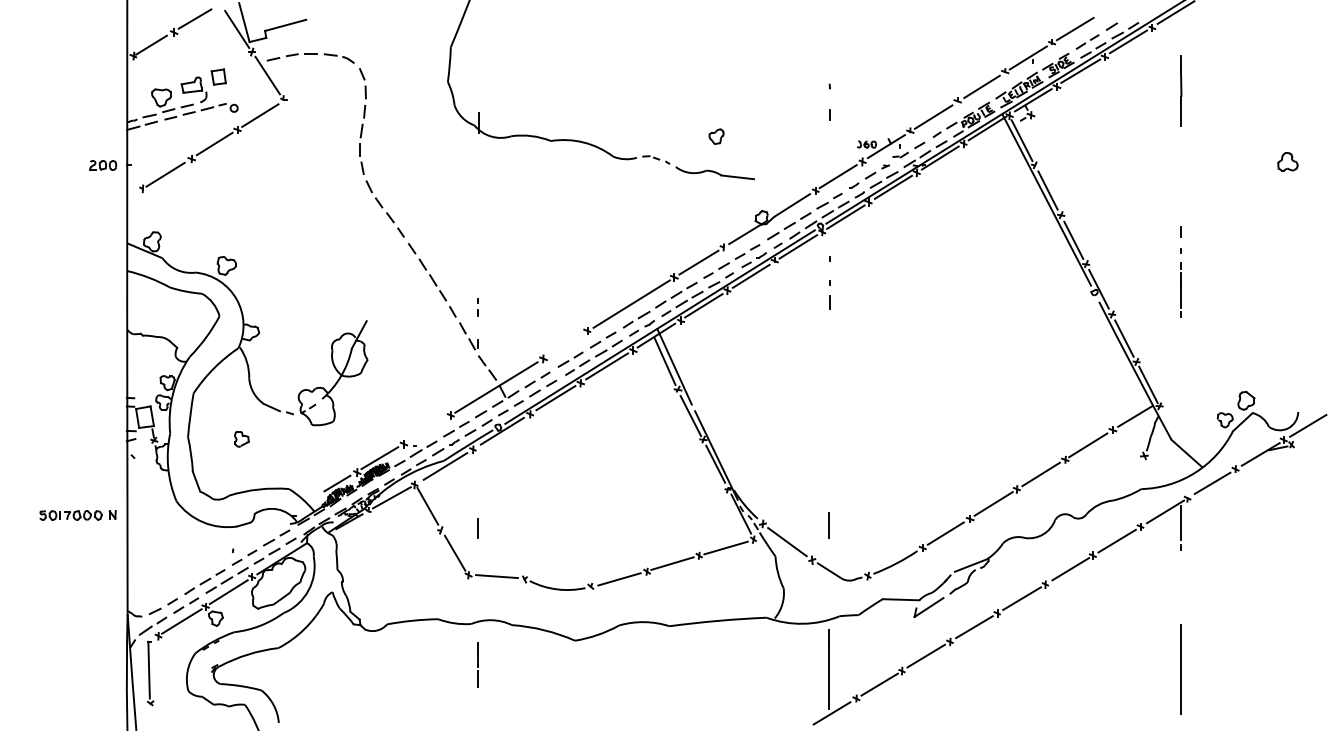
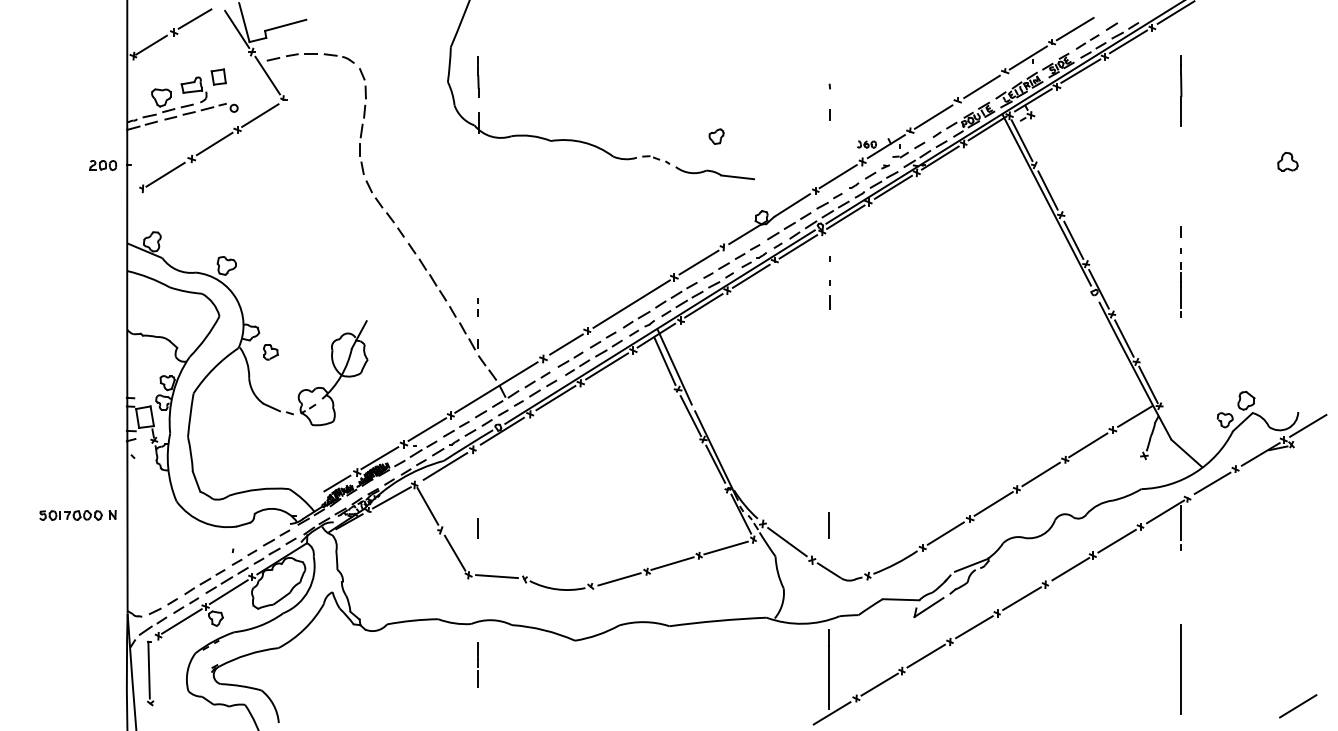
line at (478, 76): none -> present
line at (566, 344): none -> present
line at (427, 429): none -> present
part at (241, 439) position: (241, 439) -> (270, 352)
line at (1298, 706): none -> present
